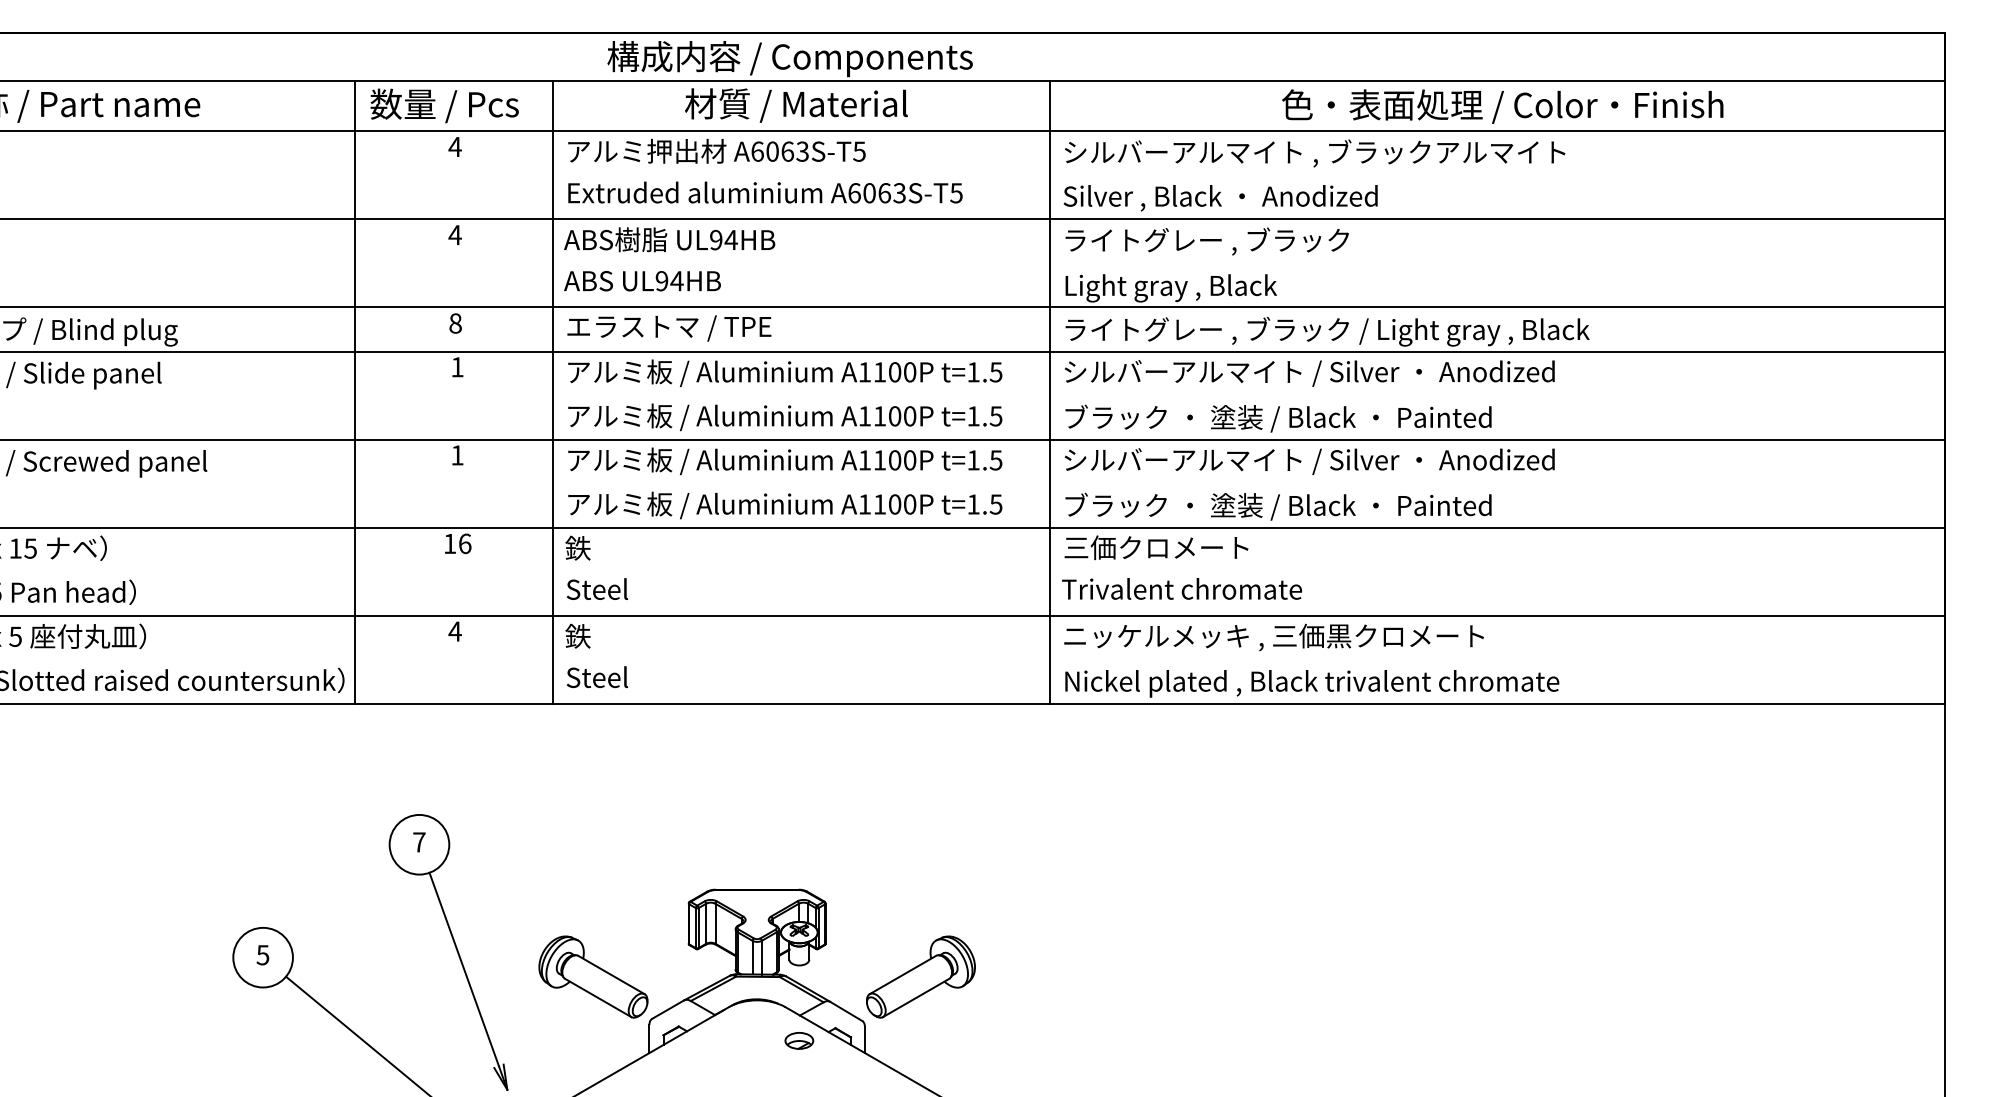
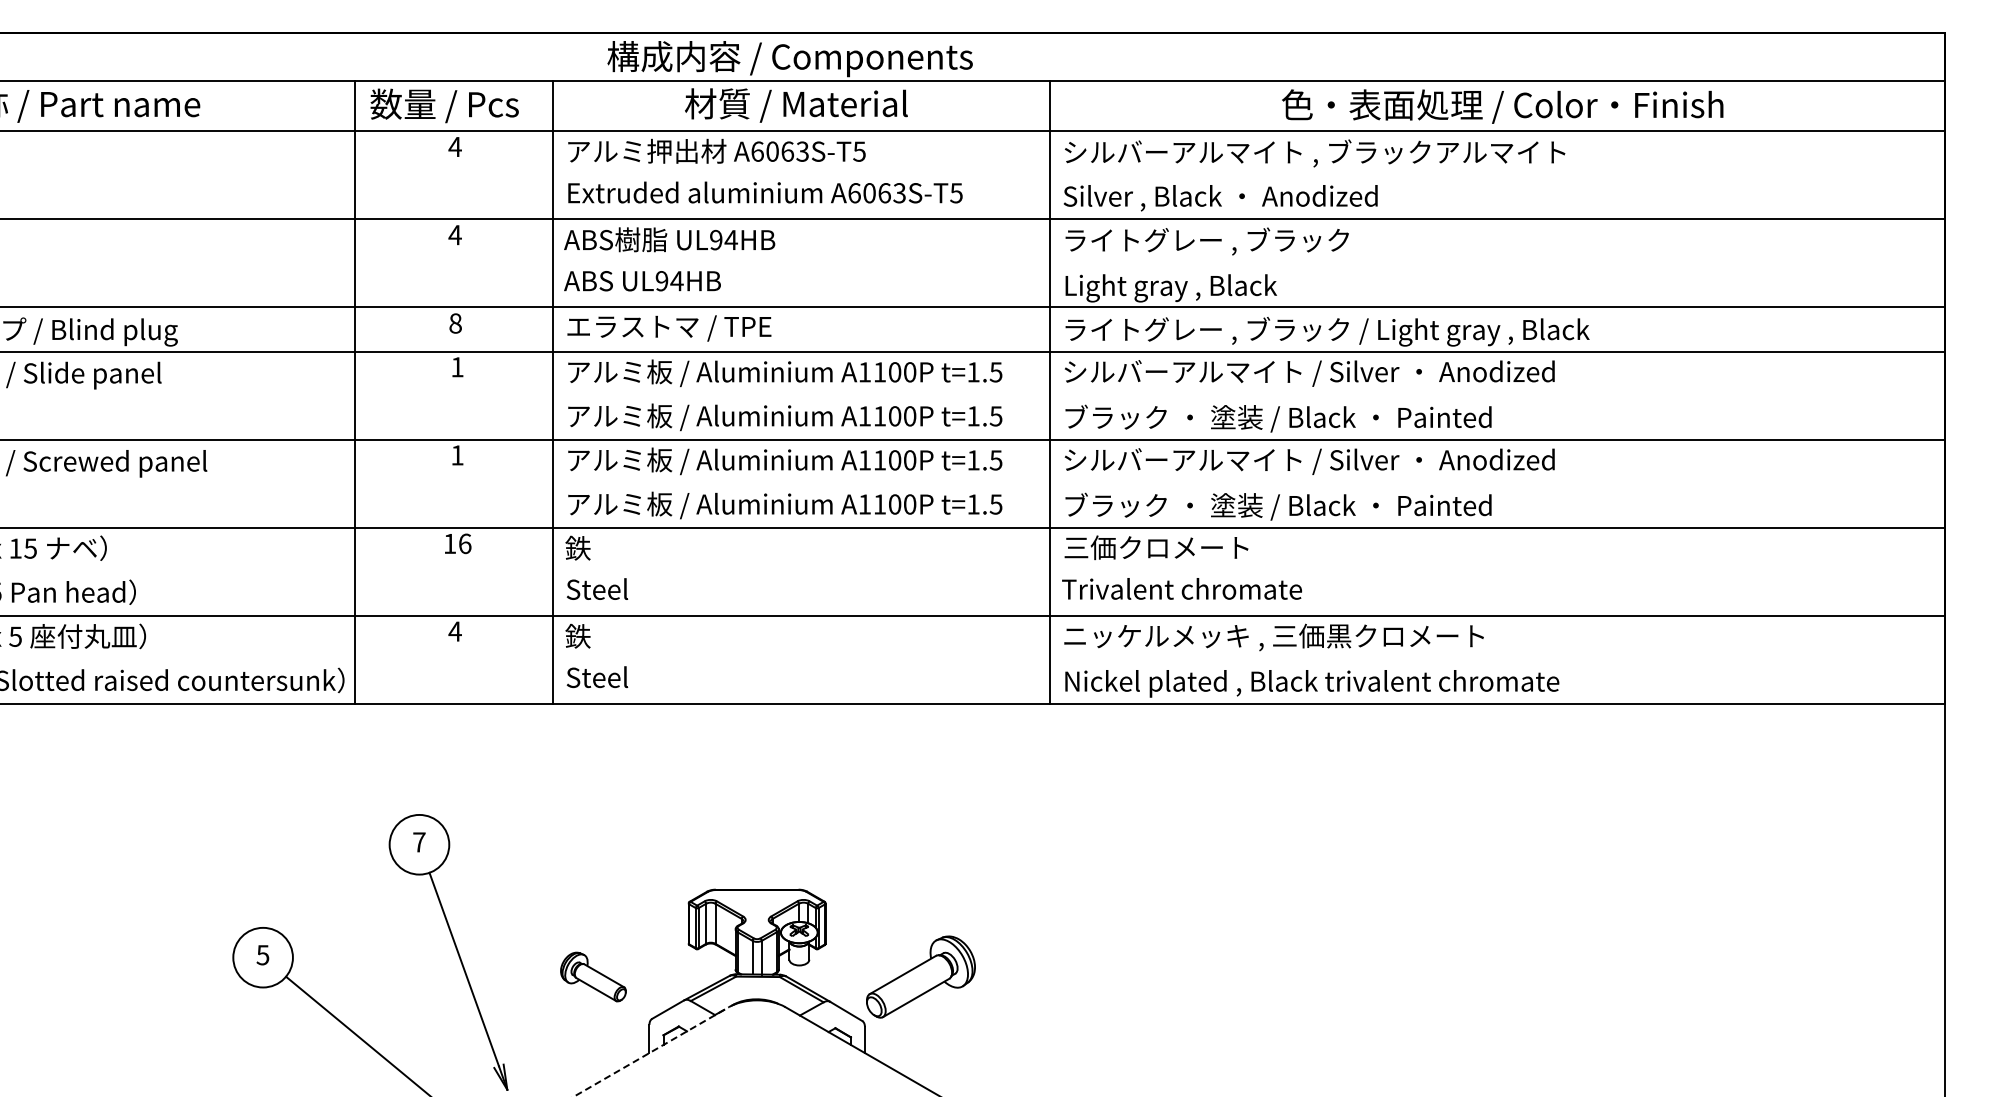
part at (593, 976) size: 111x84 px -> 67x52 px
part at (799, 1040): present -> none
line at (651, 1051): solid -> dashed
